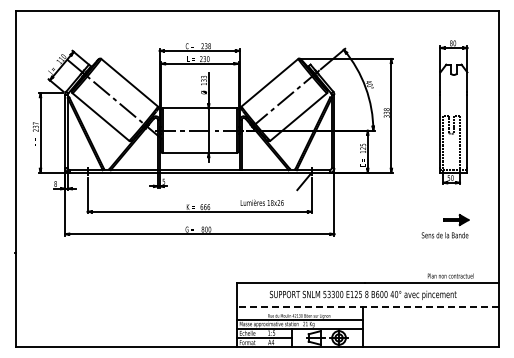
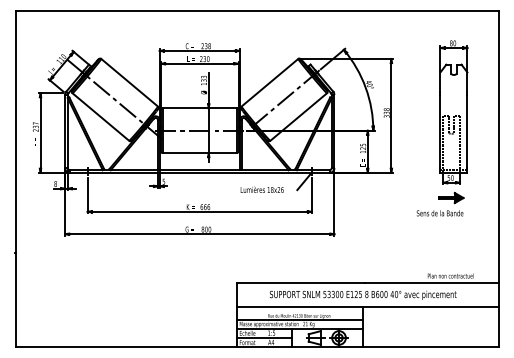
text at (261, 202) position: (261, 202) -> (261, 189)
part at (445, 226) position: (445, 226) -> (440, 204)
line at (367, 307): dashed -> solid
